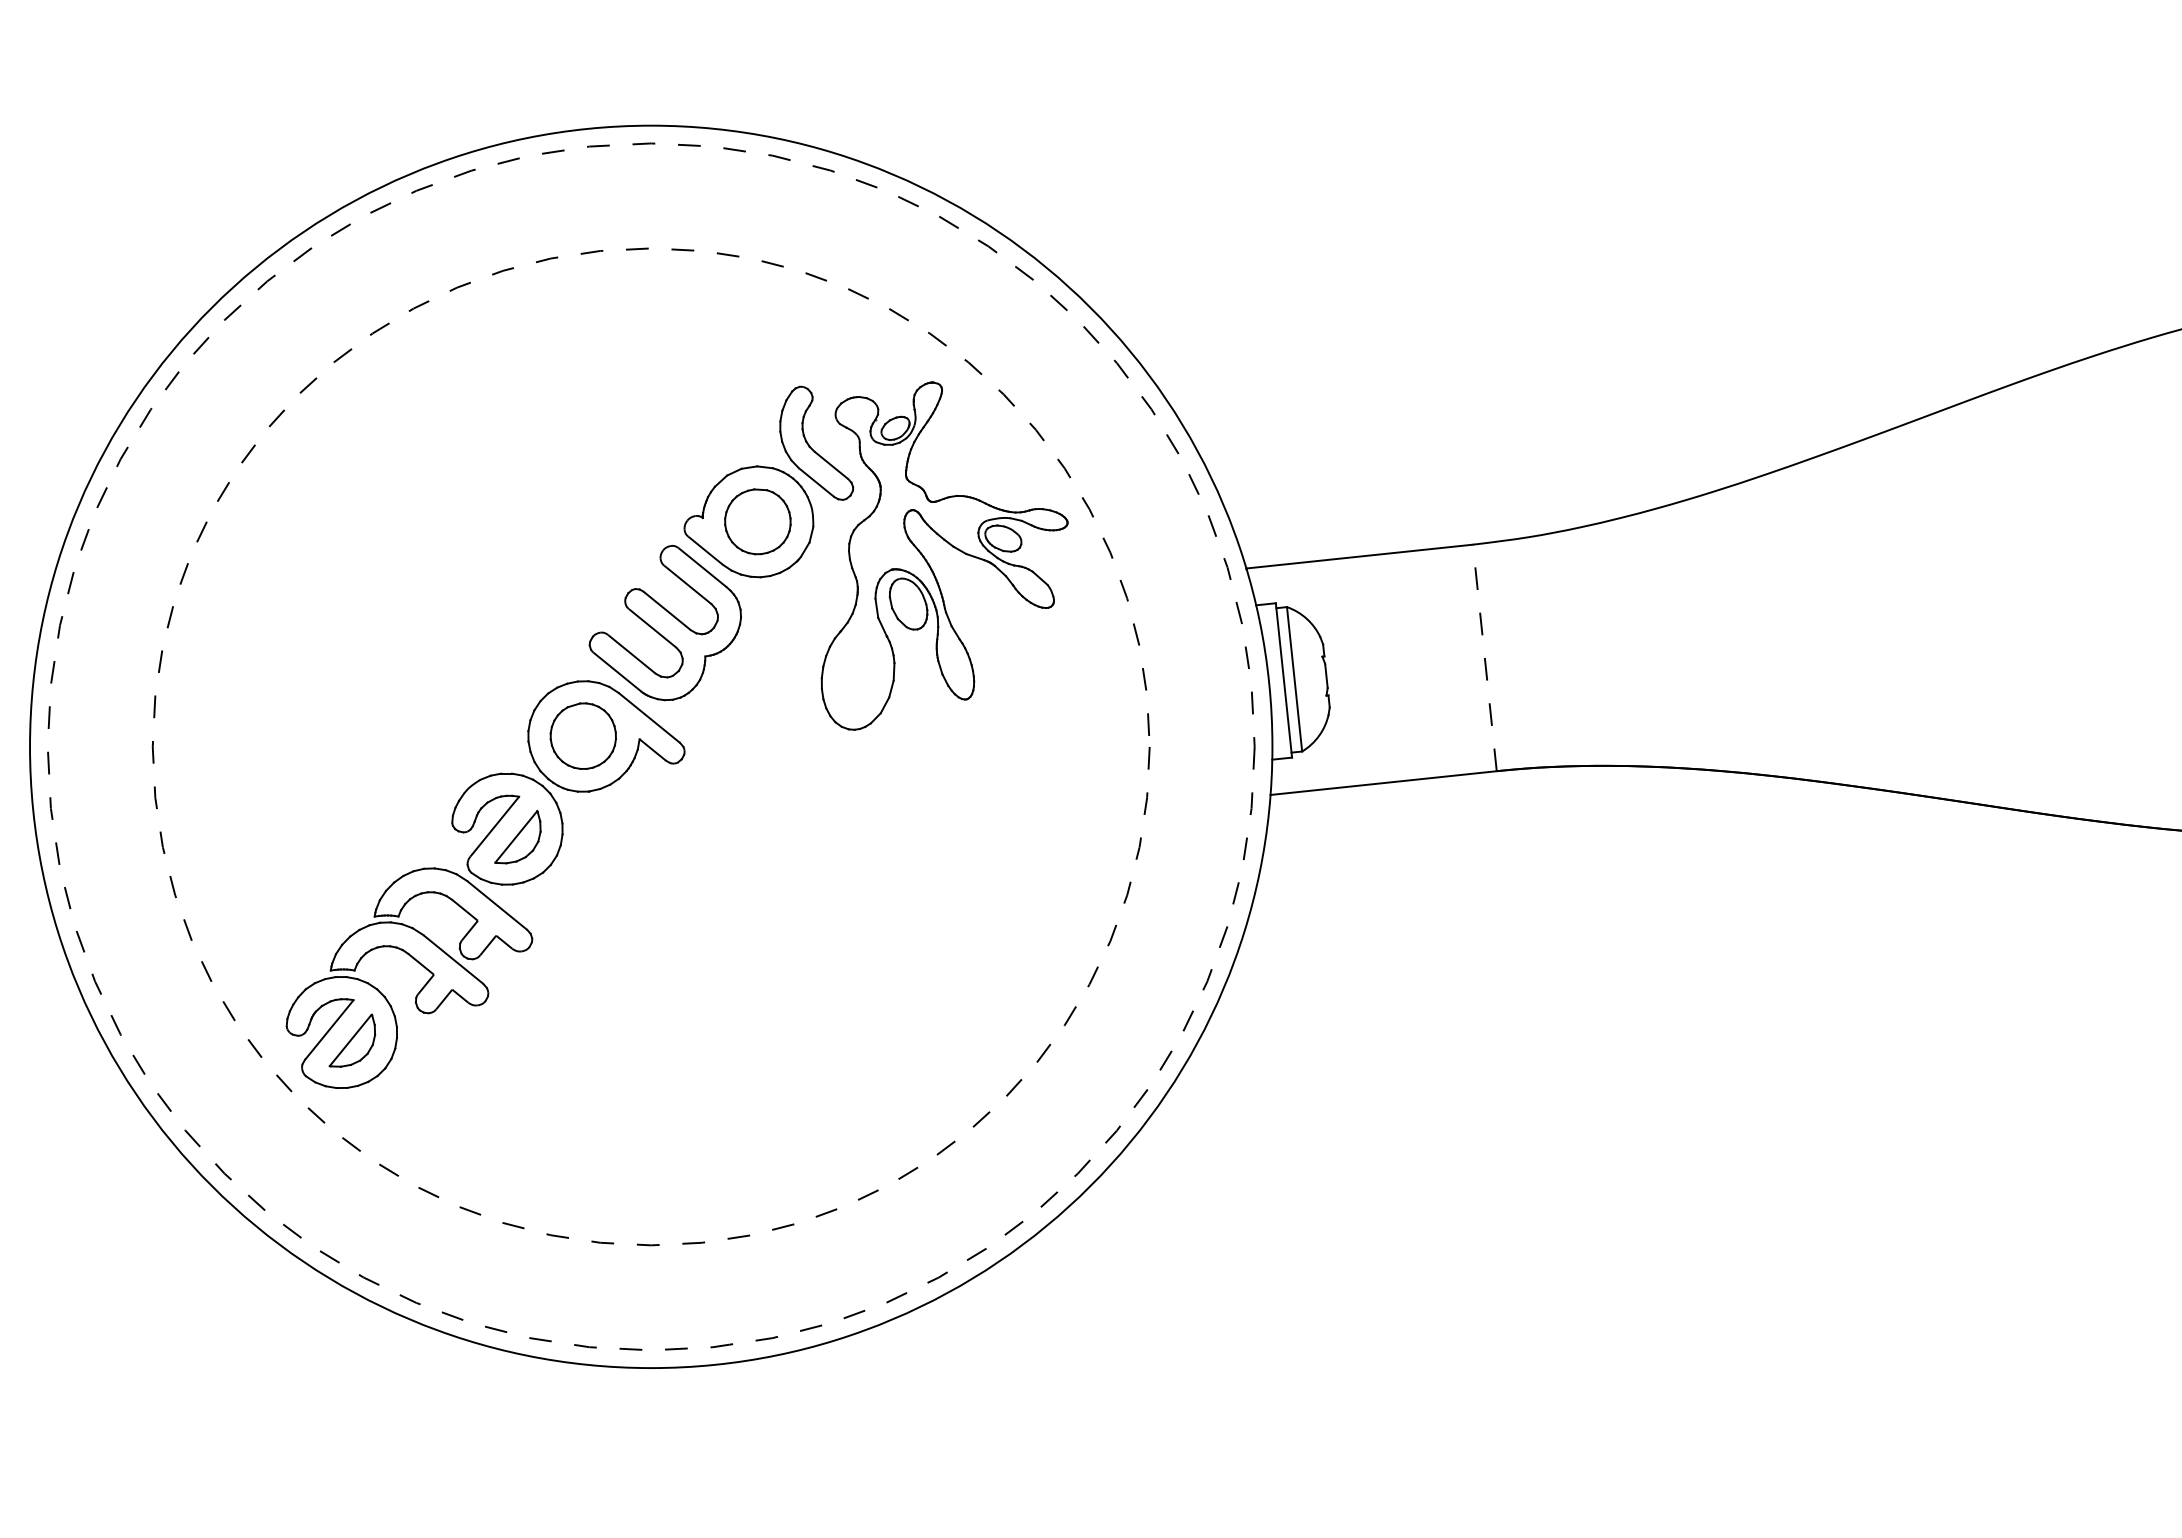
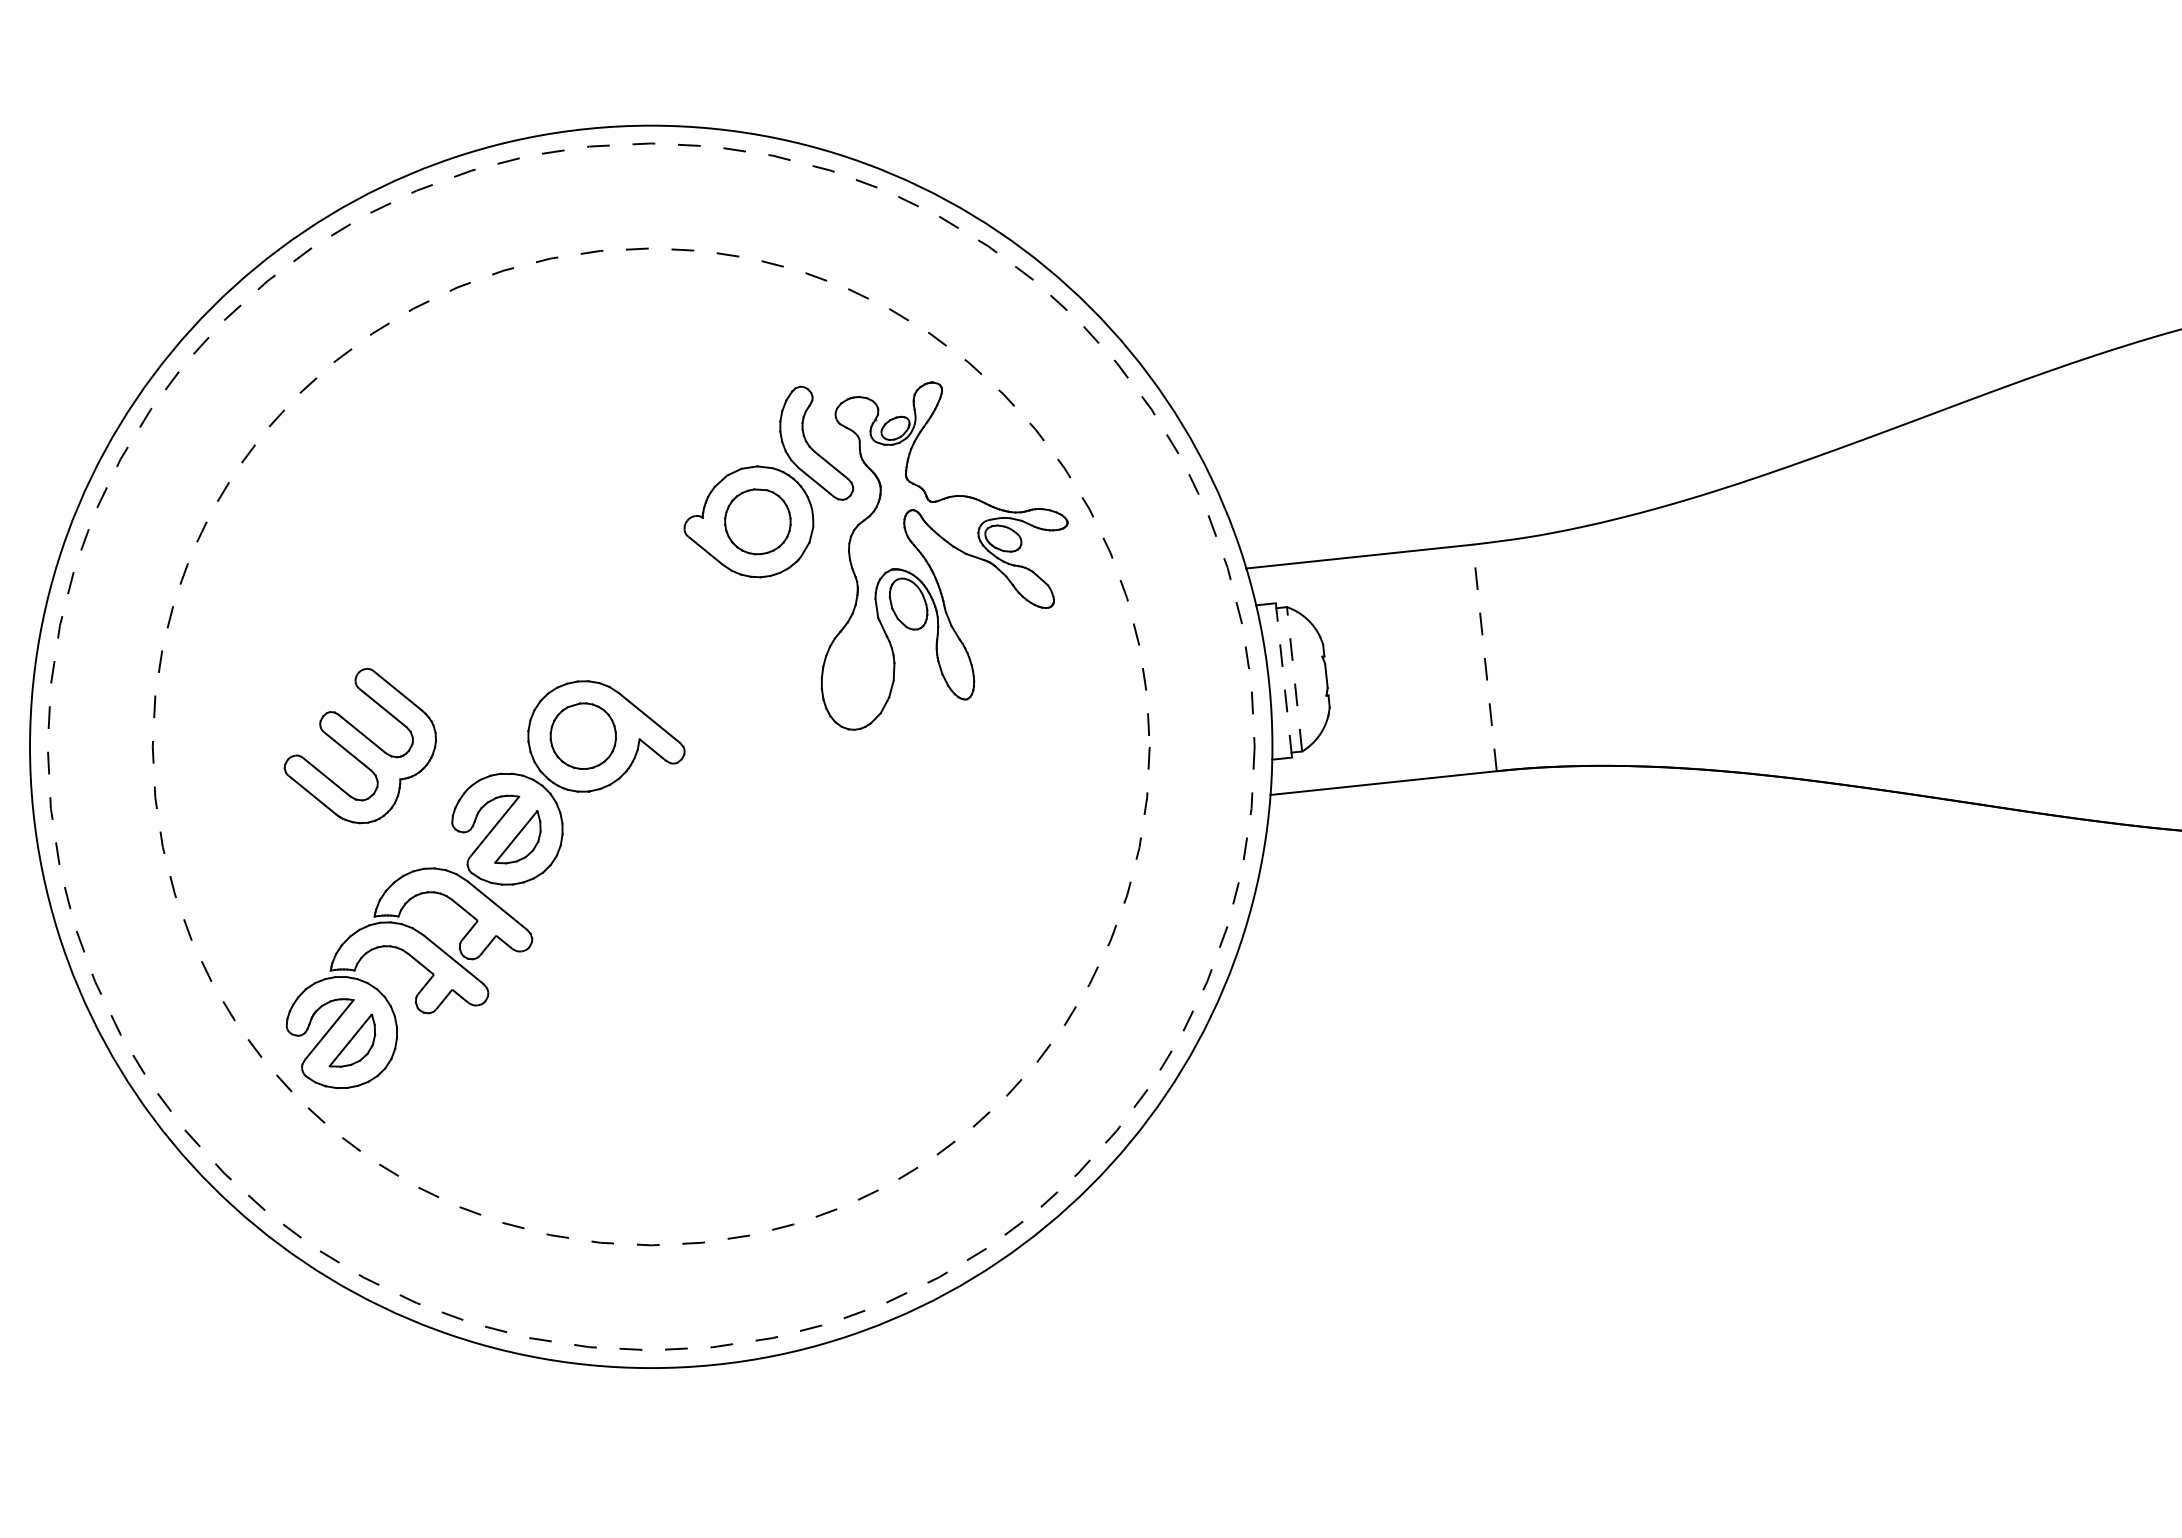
part at (664, 623) position: (664, 623) -> (359, 746)
line at (1294, 679): solid -> dashed
line at (1283, 680): solid -> dashed
